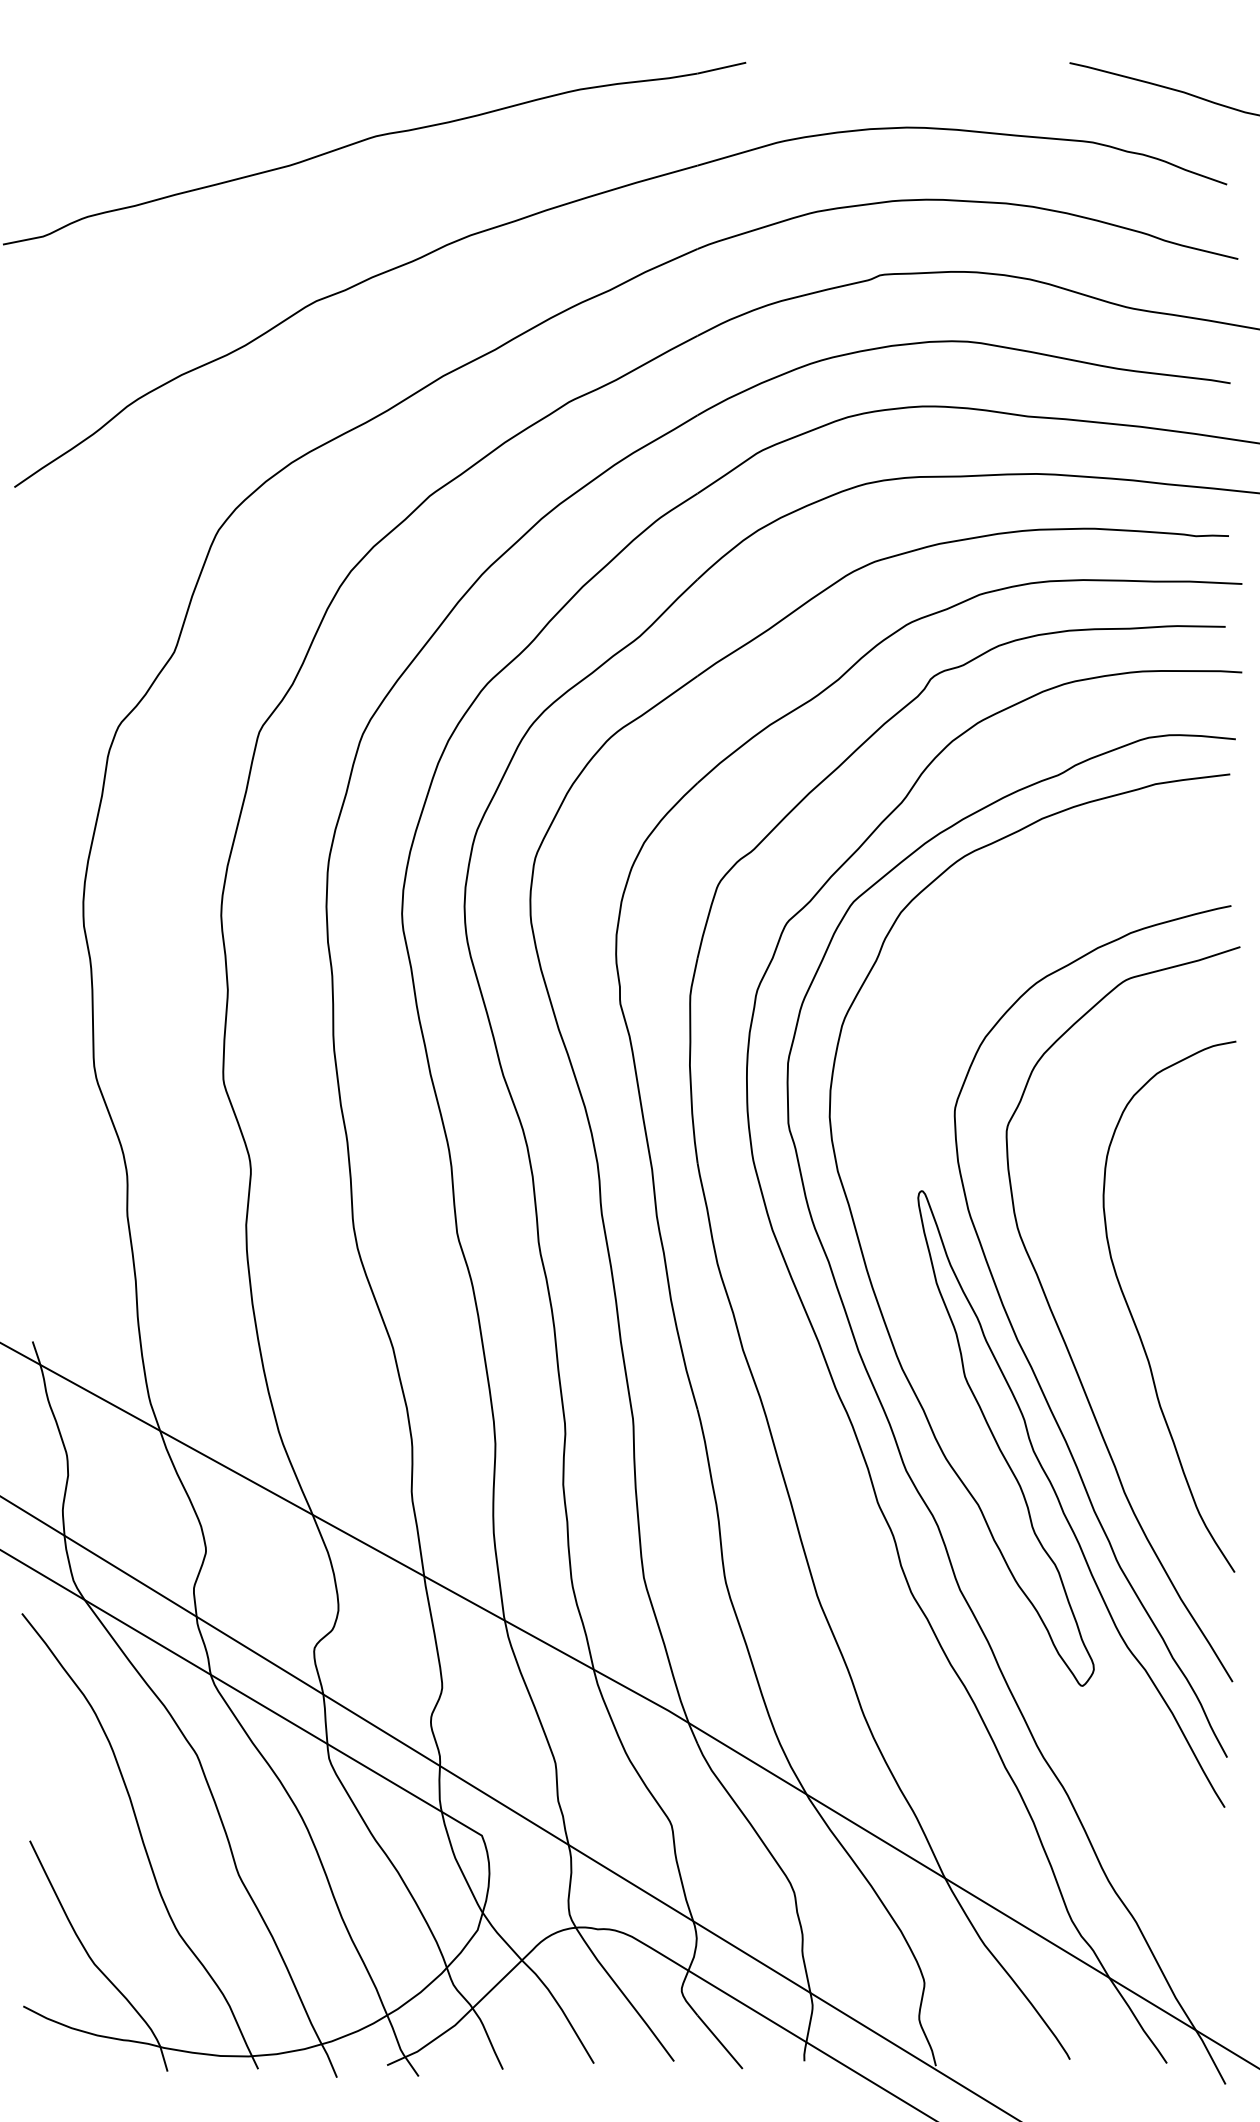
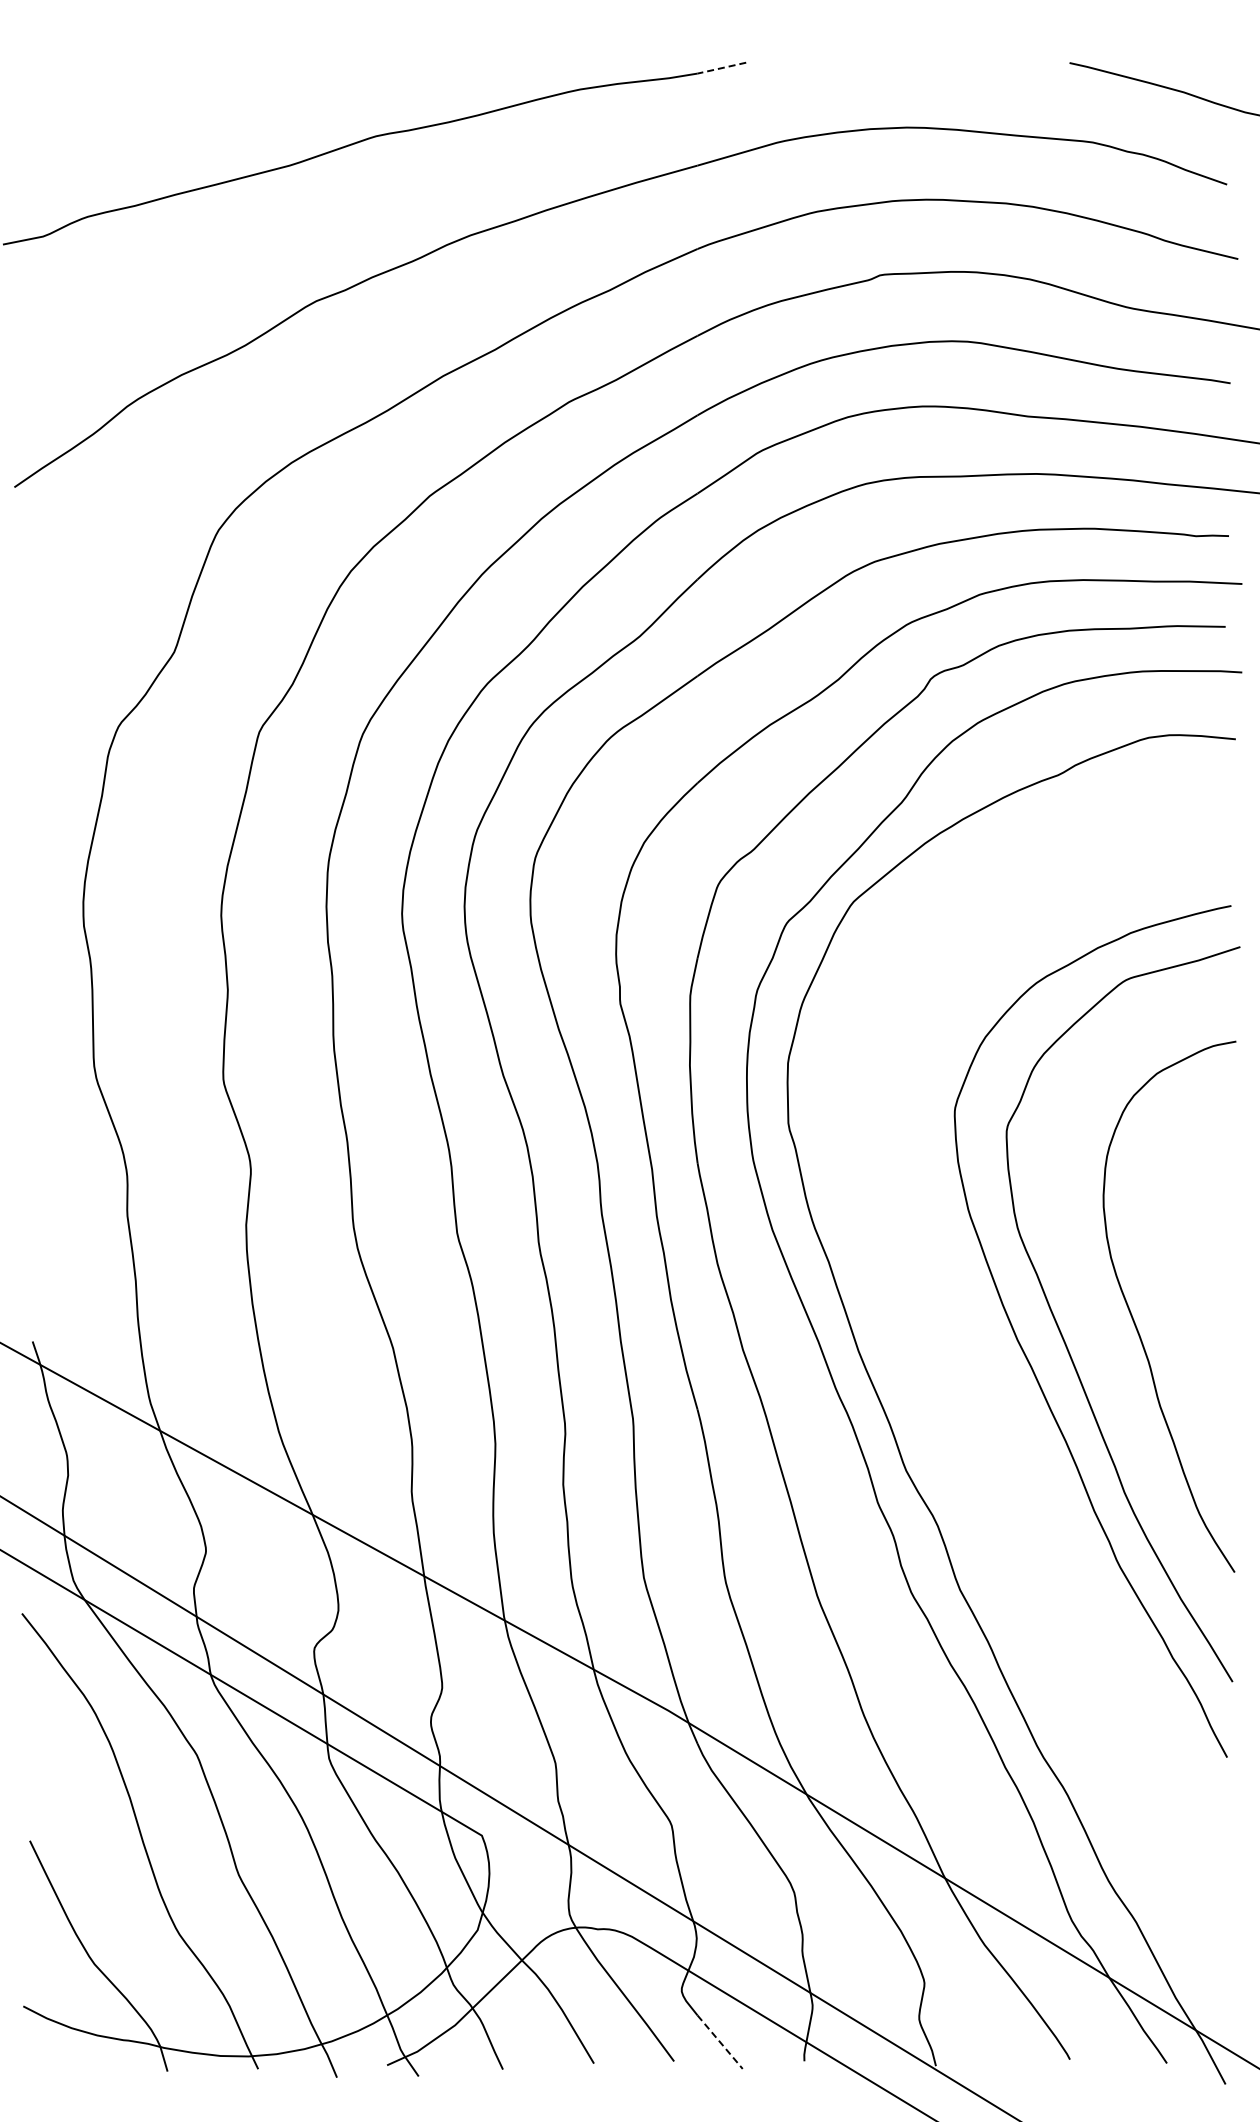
line at (721, 68): solid -> dashed
curve at (977, 1315): present -> none
line at (720, 2042): solid -> dashed
